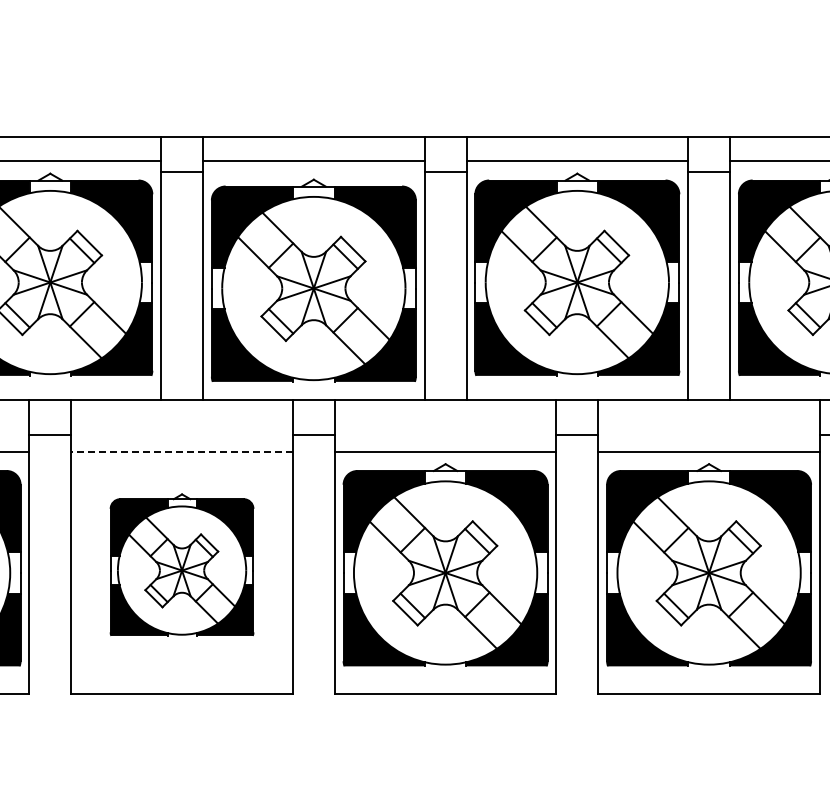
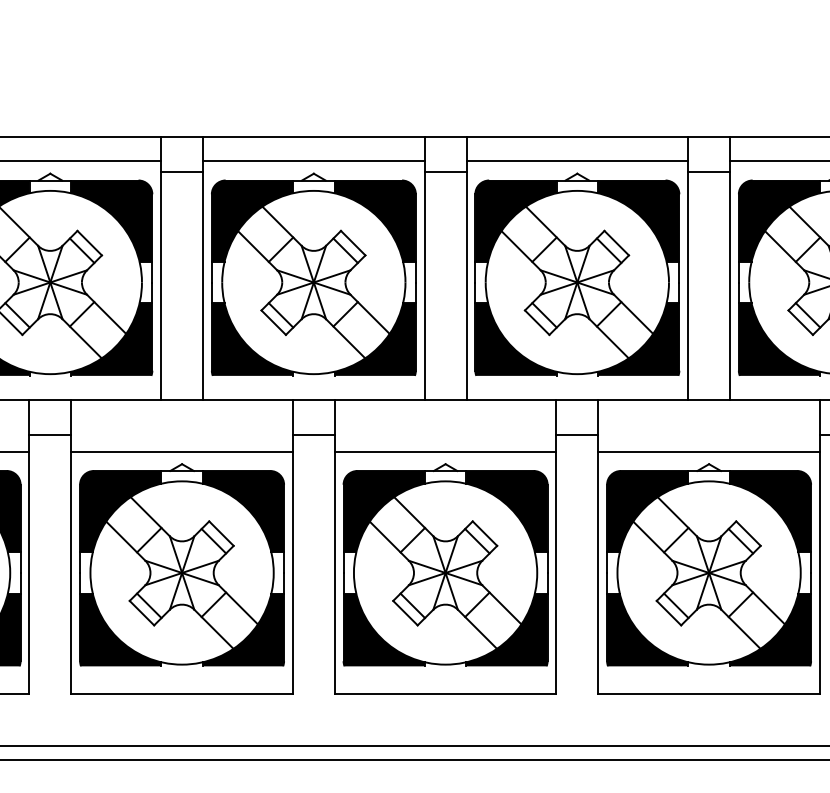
part at (313, 280) position: (313, 280) -> (313, 274)
line at (182, 451): dashed -> solid
part at (181, 564) size: 146x144 px -> 206x204 px
line at (414, 745): none -> present
line at (414, 759): none -> present
